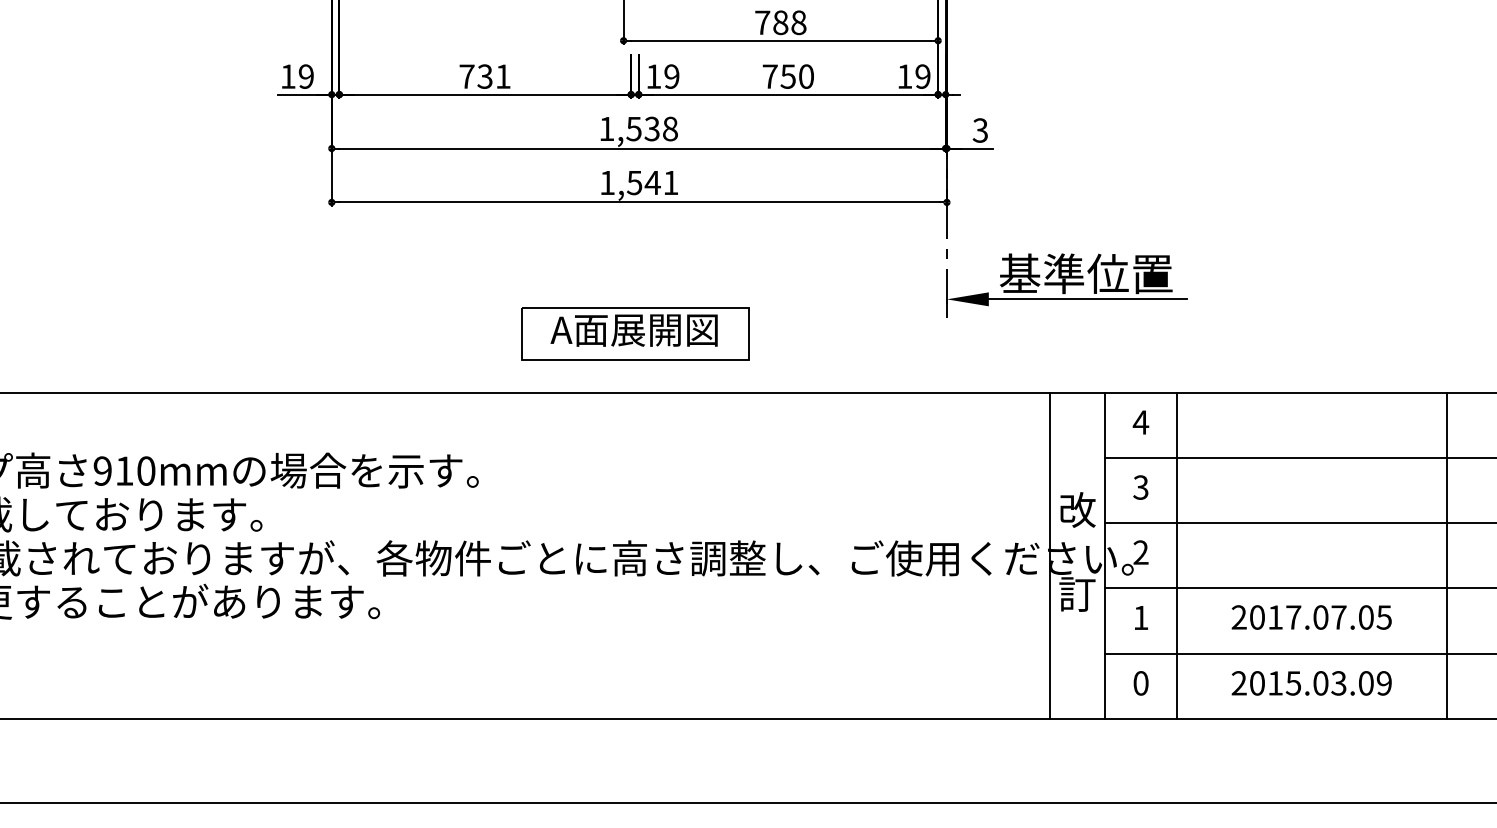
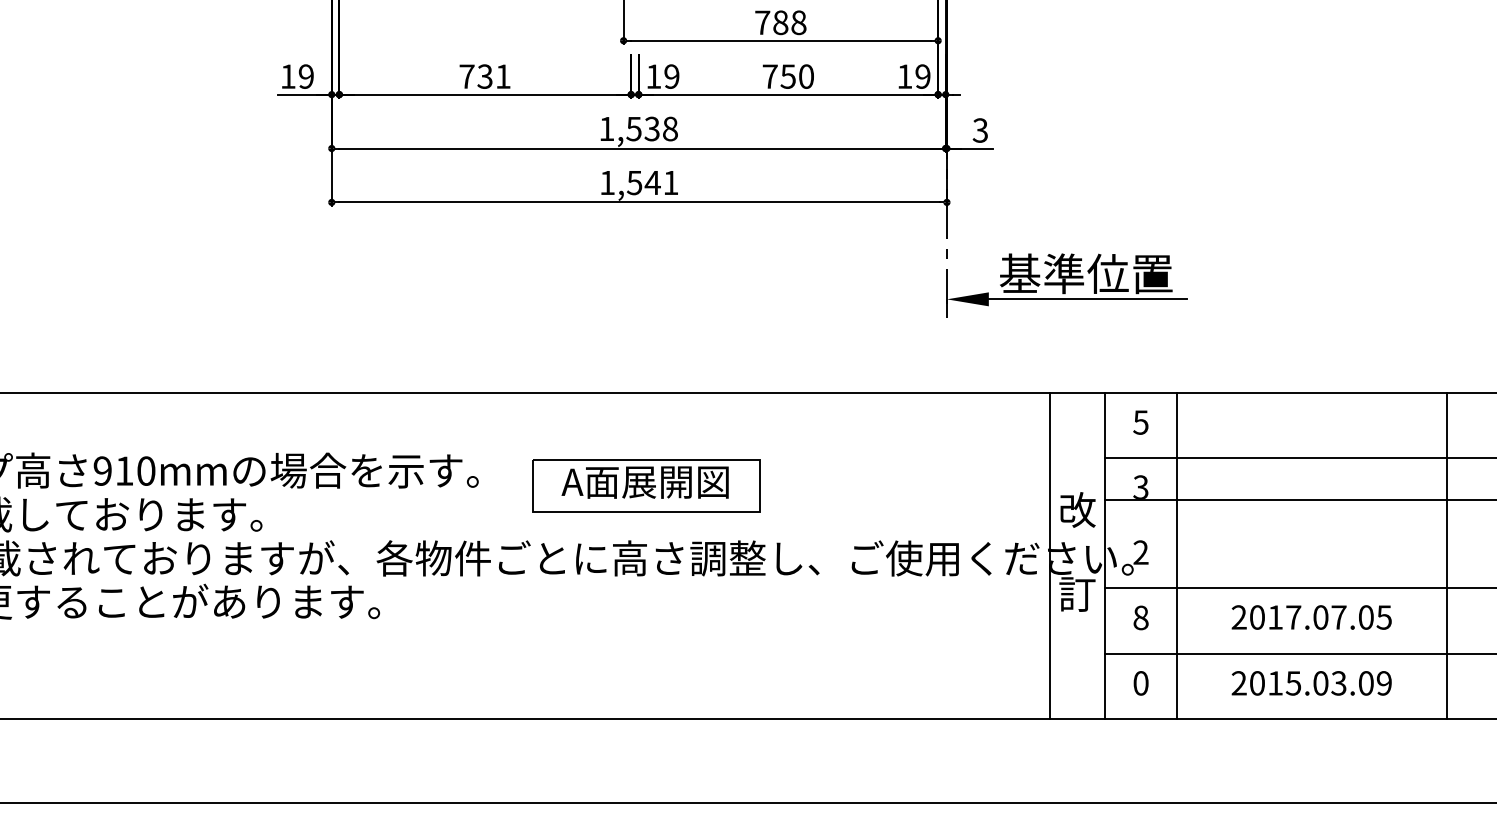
part at (635, 333) position: (635, 333) -> (646, 485)
text at (1140, 422): 4 -> 5
line at (1299, 523) position: (1299, 523) -> (1299, 500)
text at (1140, 617): 1 -> 8
